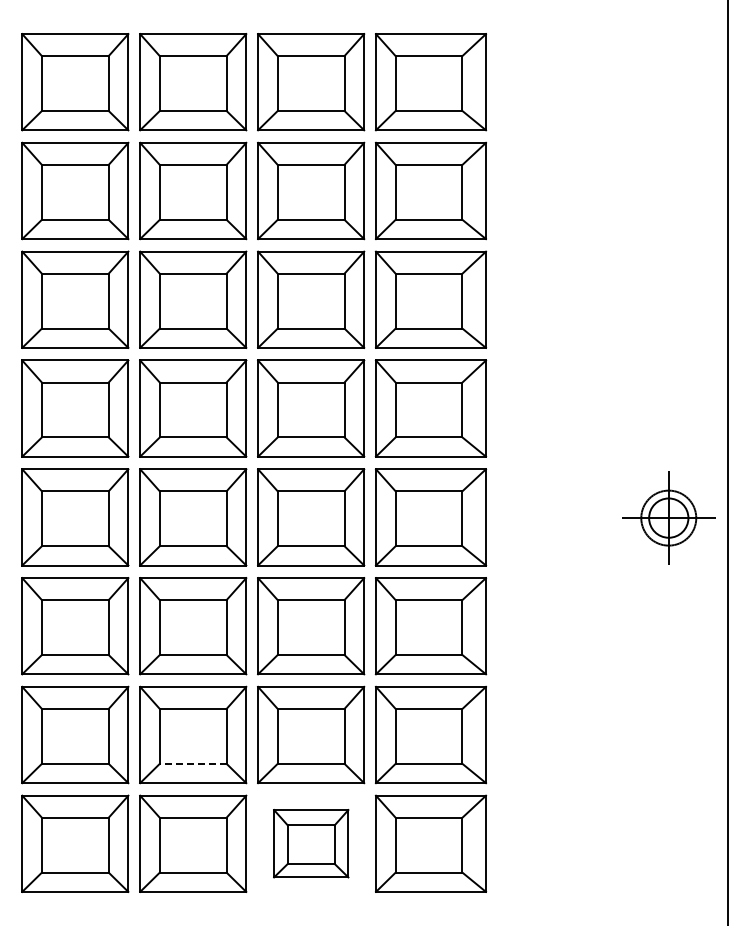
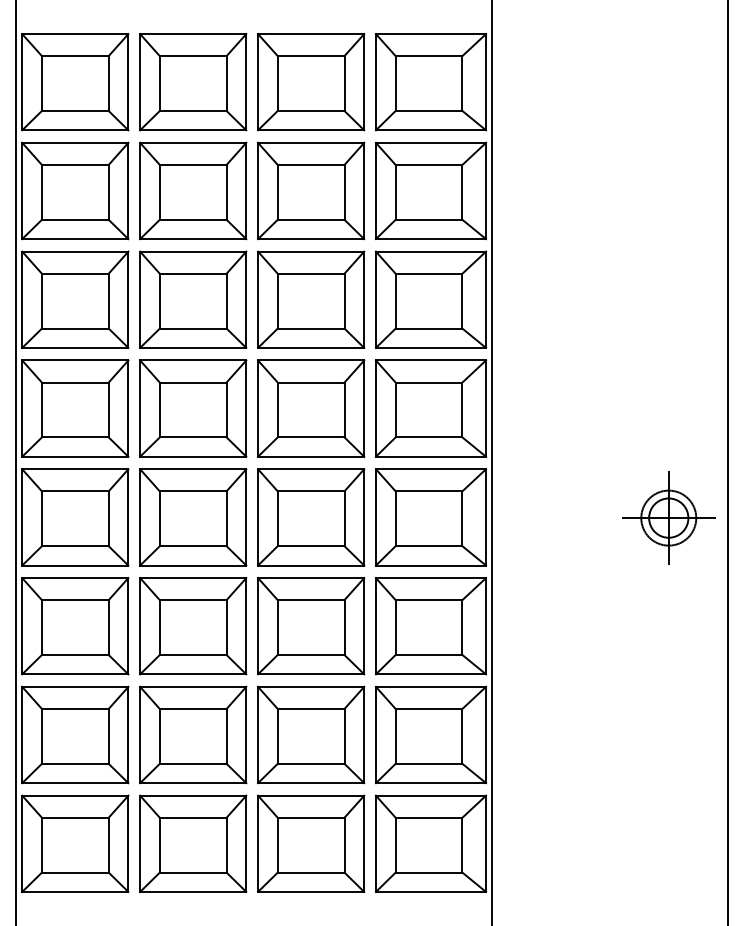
line at (16, 462): none -> present
line at (491, 462): none -> present
line at (192, 763): dashed -> solid
part at (311, 843) size: 77x70 px -> 109x99 px
